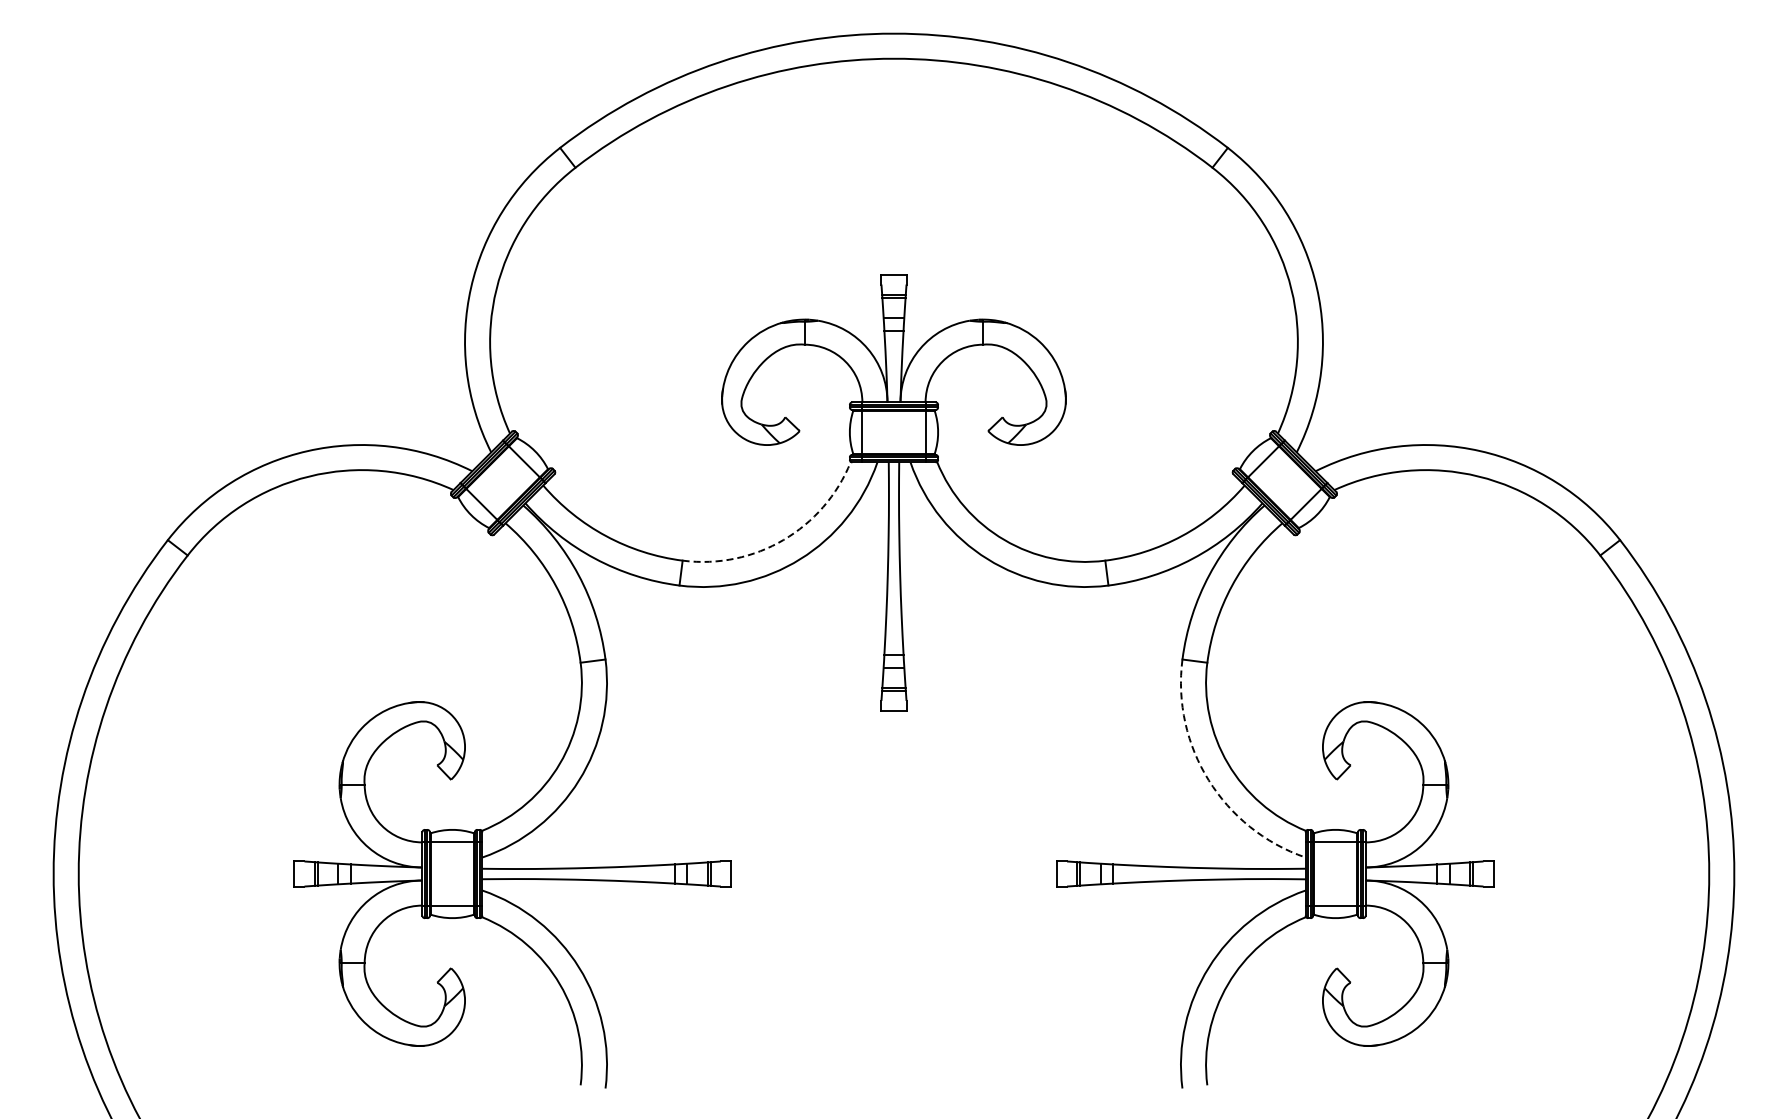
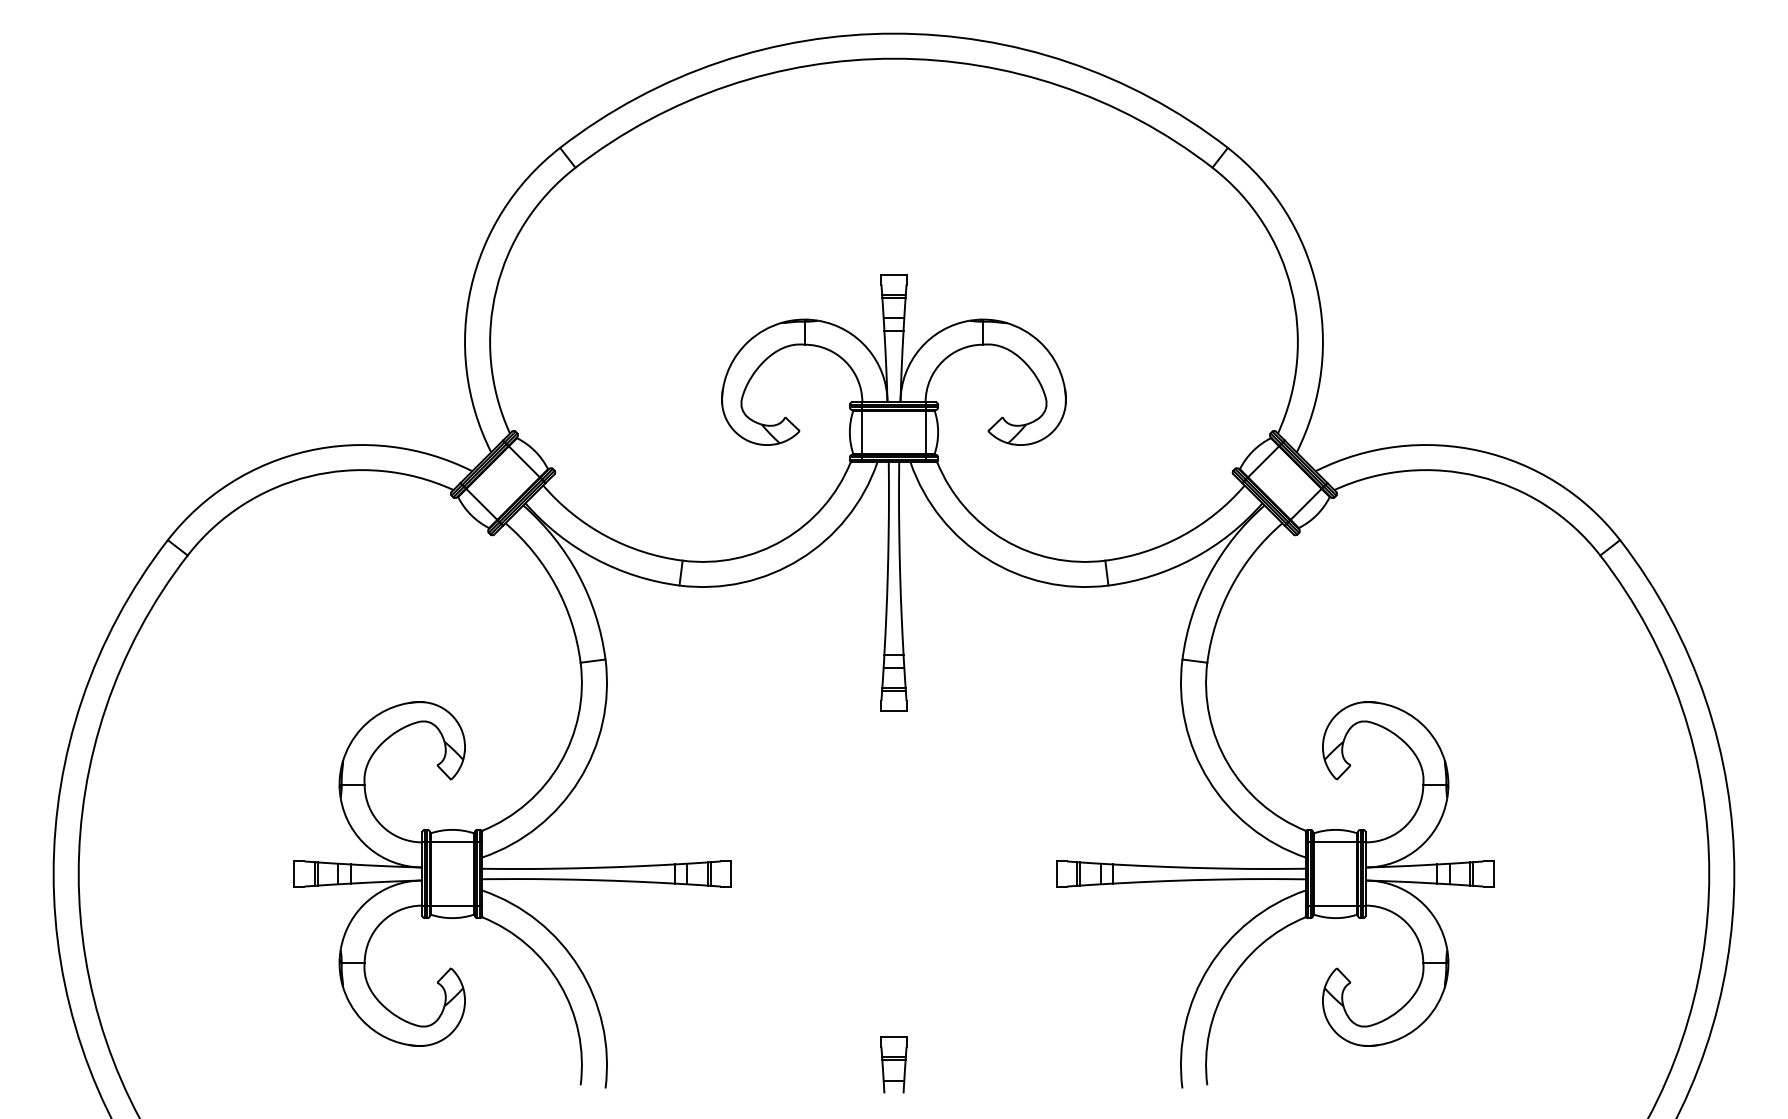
arc at (783, 539): dashed -> solid
arc at (1208, 780): dashed -> solid
part at (893, 1064): none -> present
